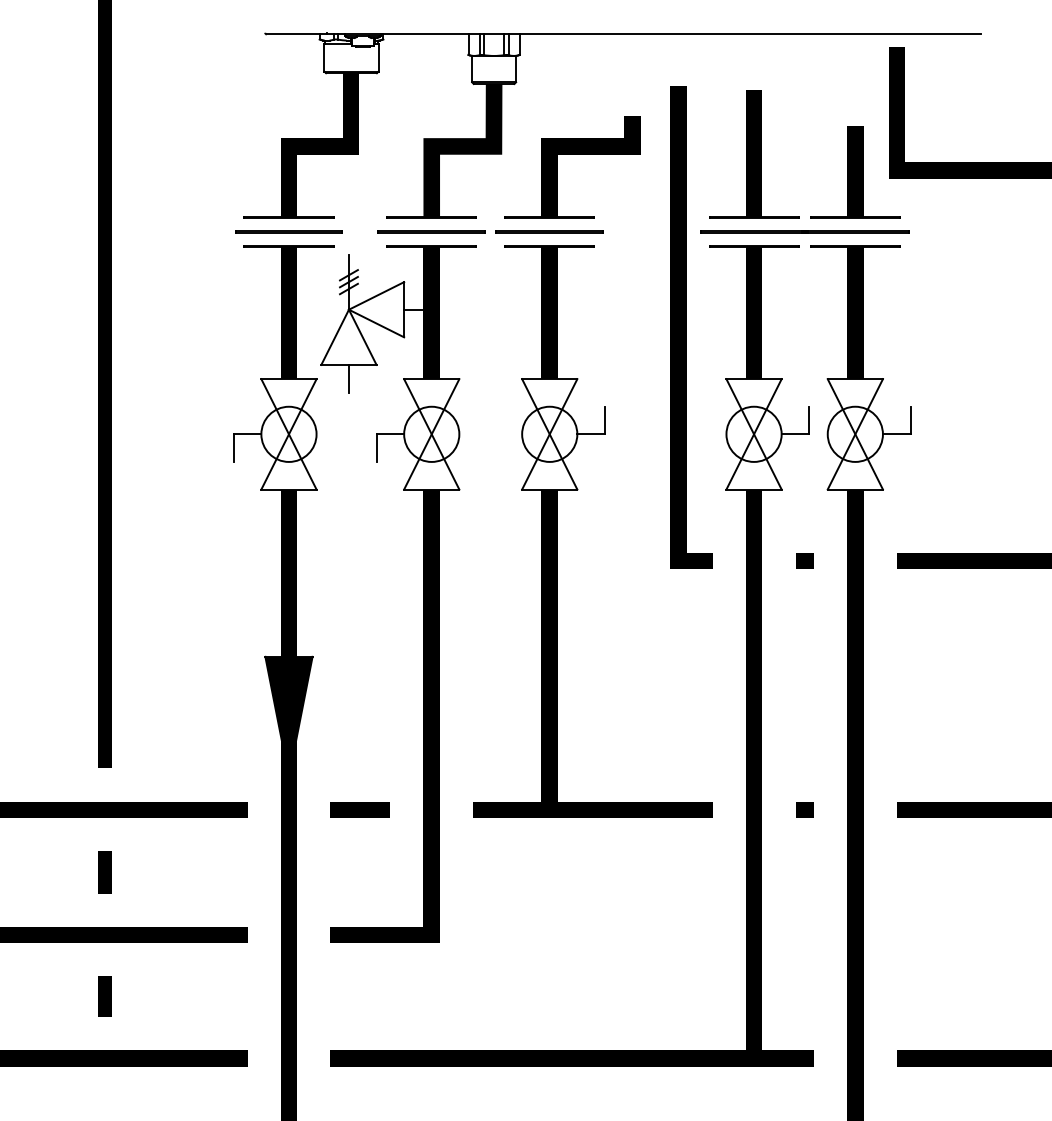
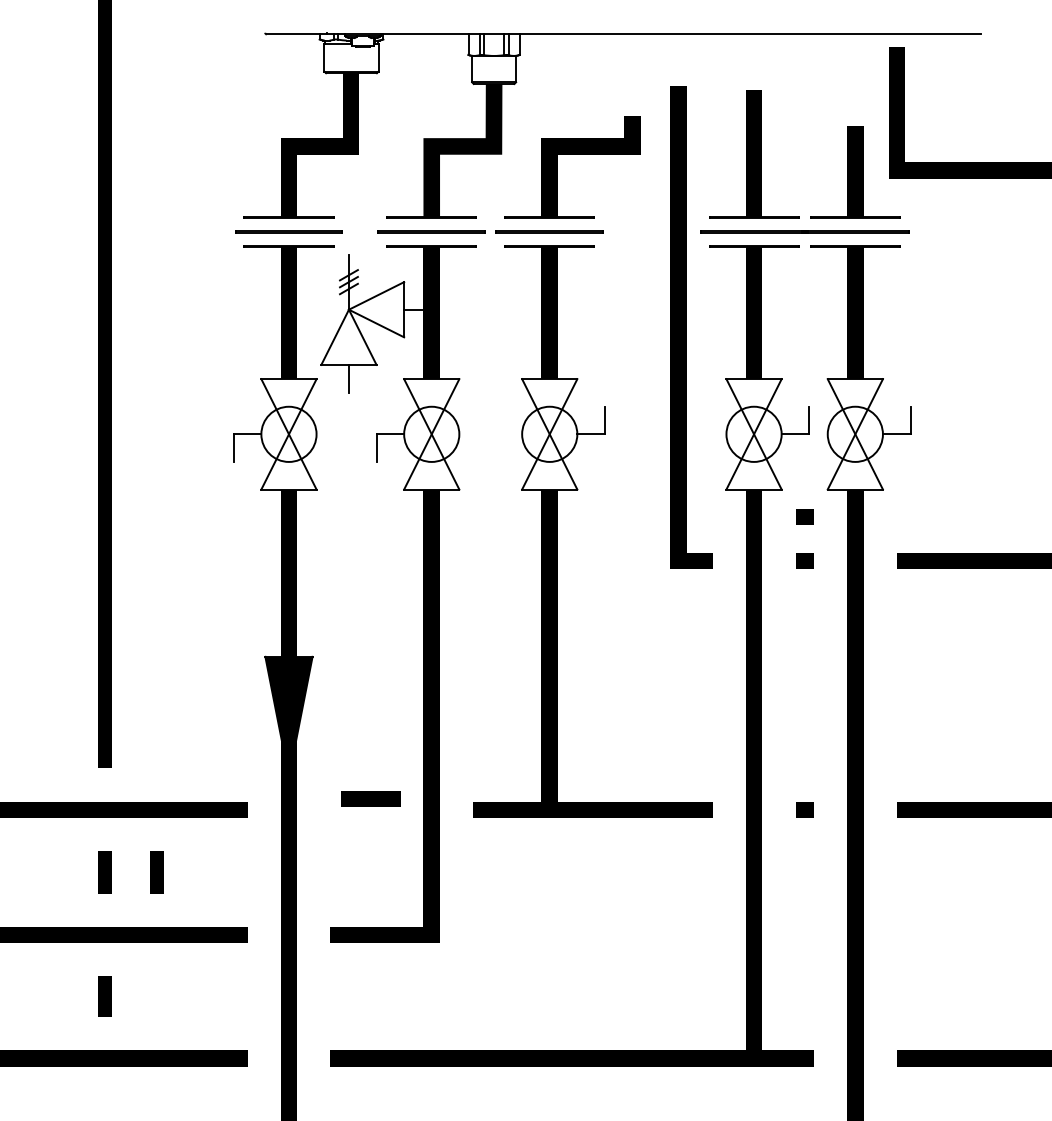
line at (804, 516): none -> present
line at (359, 809) position: (359, 809) -> (370, 798)
line at (156, 872): none -> present
